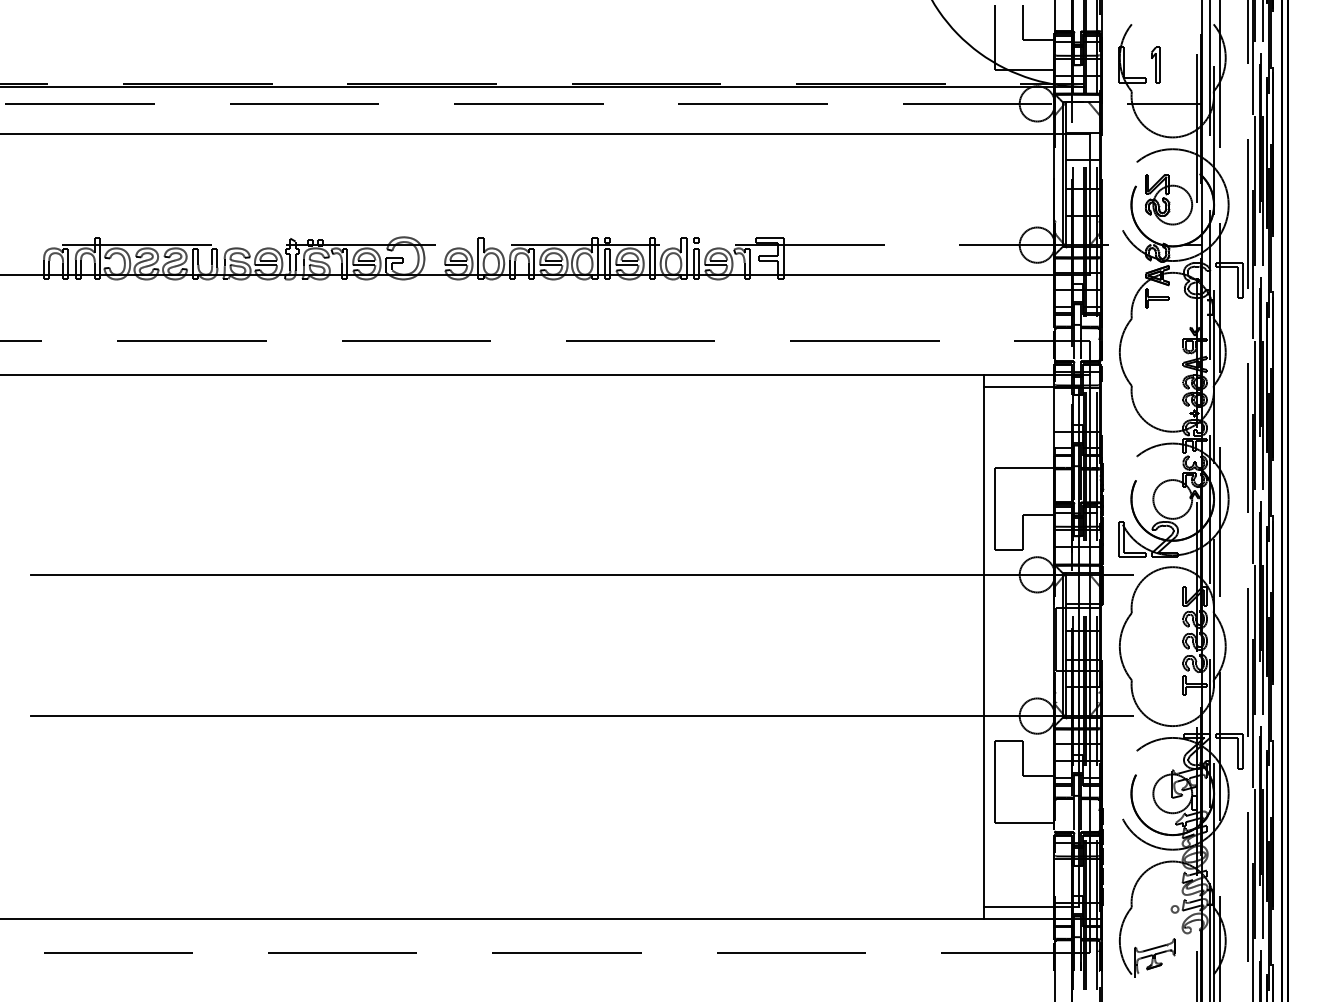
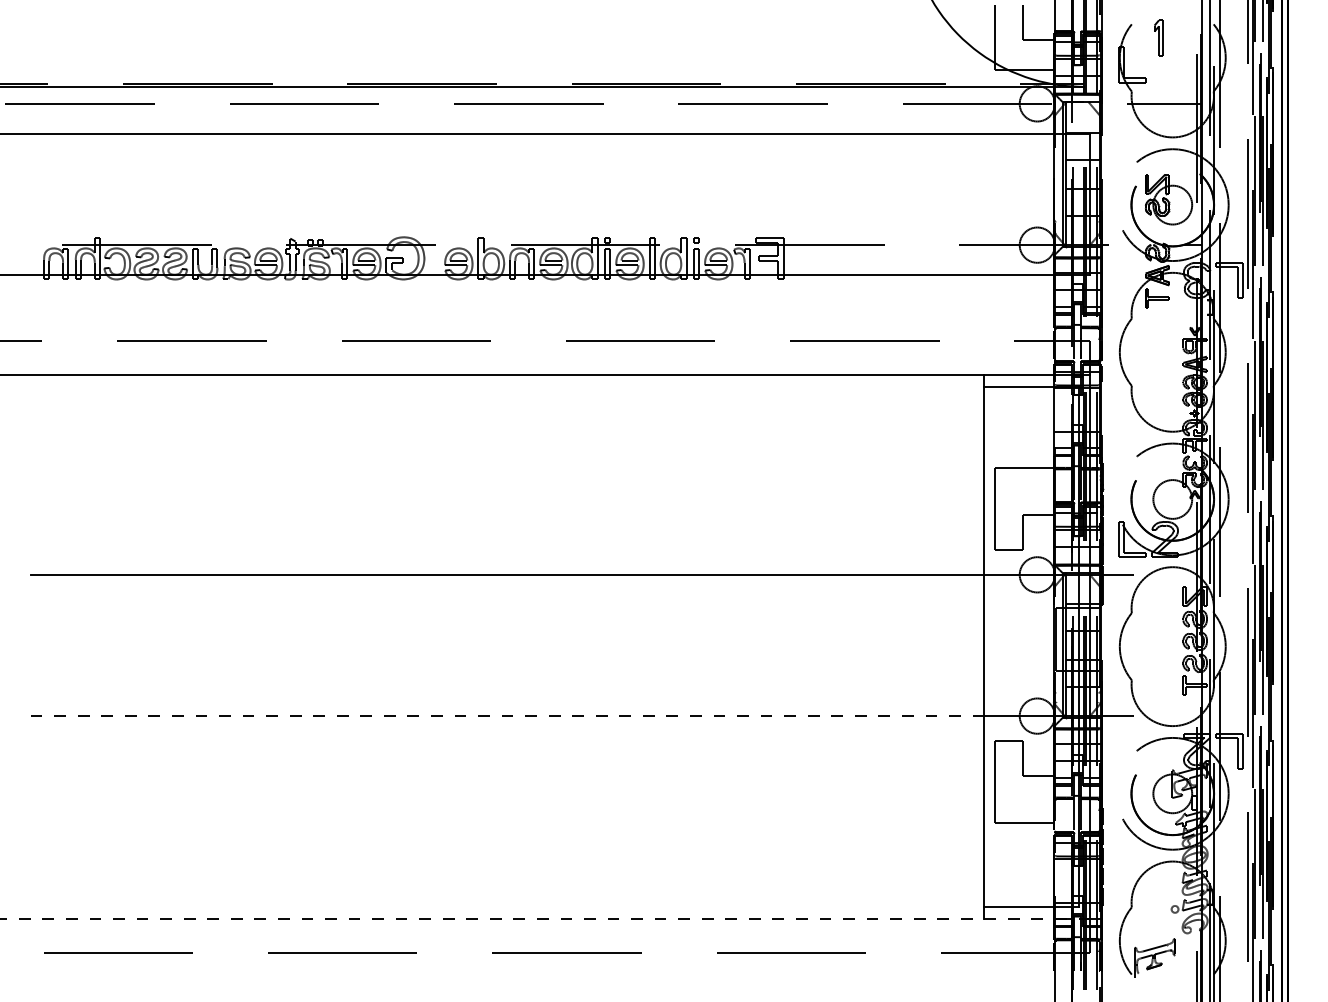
part at (1155, 64) position: (1155, 64) -> (1158, 37)
line at (507, 716): solid -> dashed
line at (545, 918): solid -> dashed
